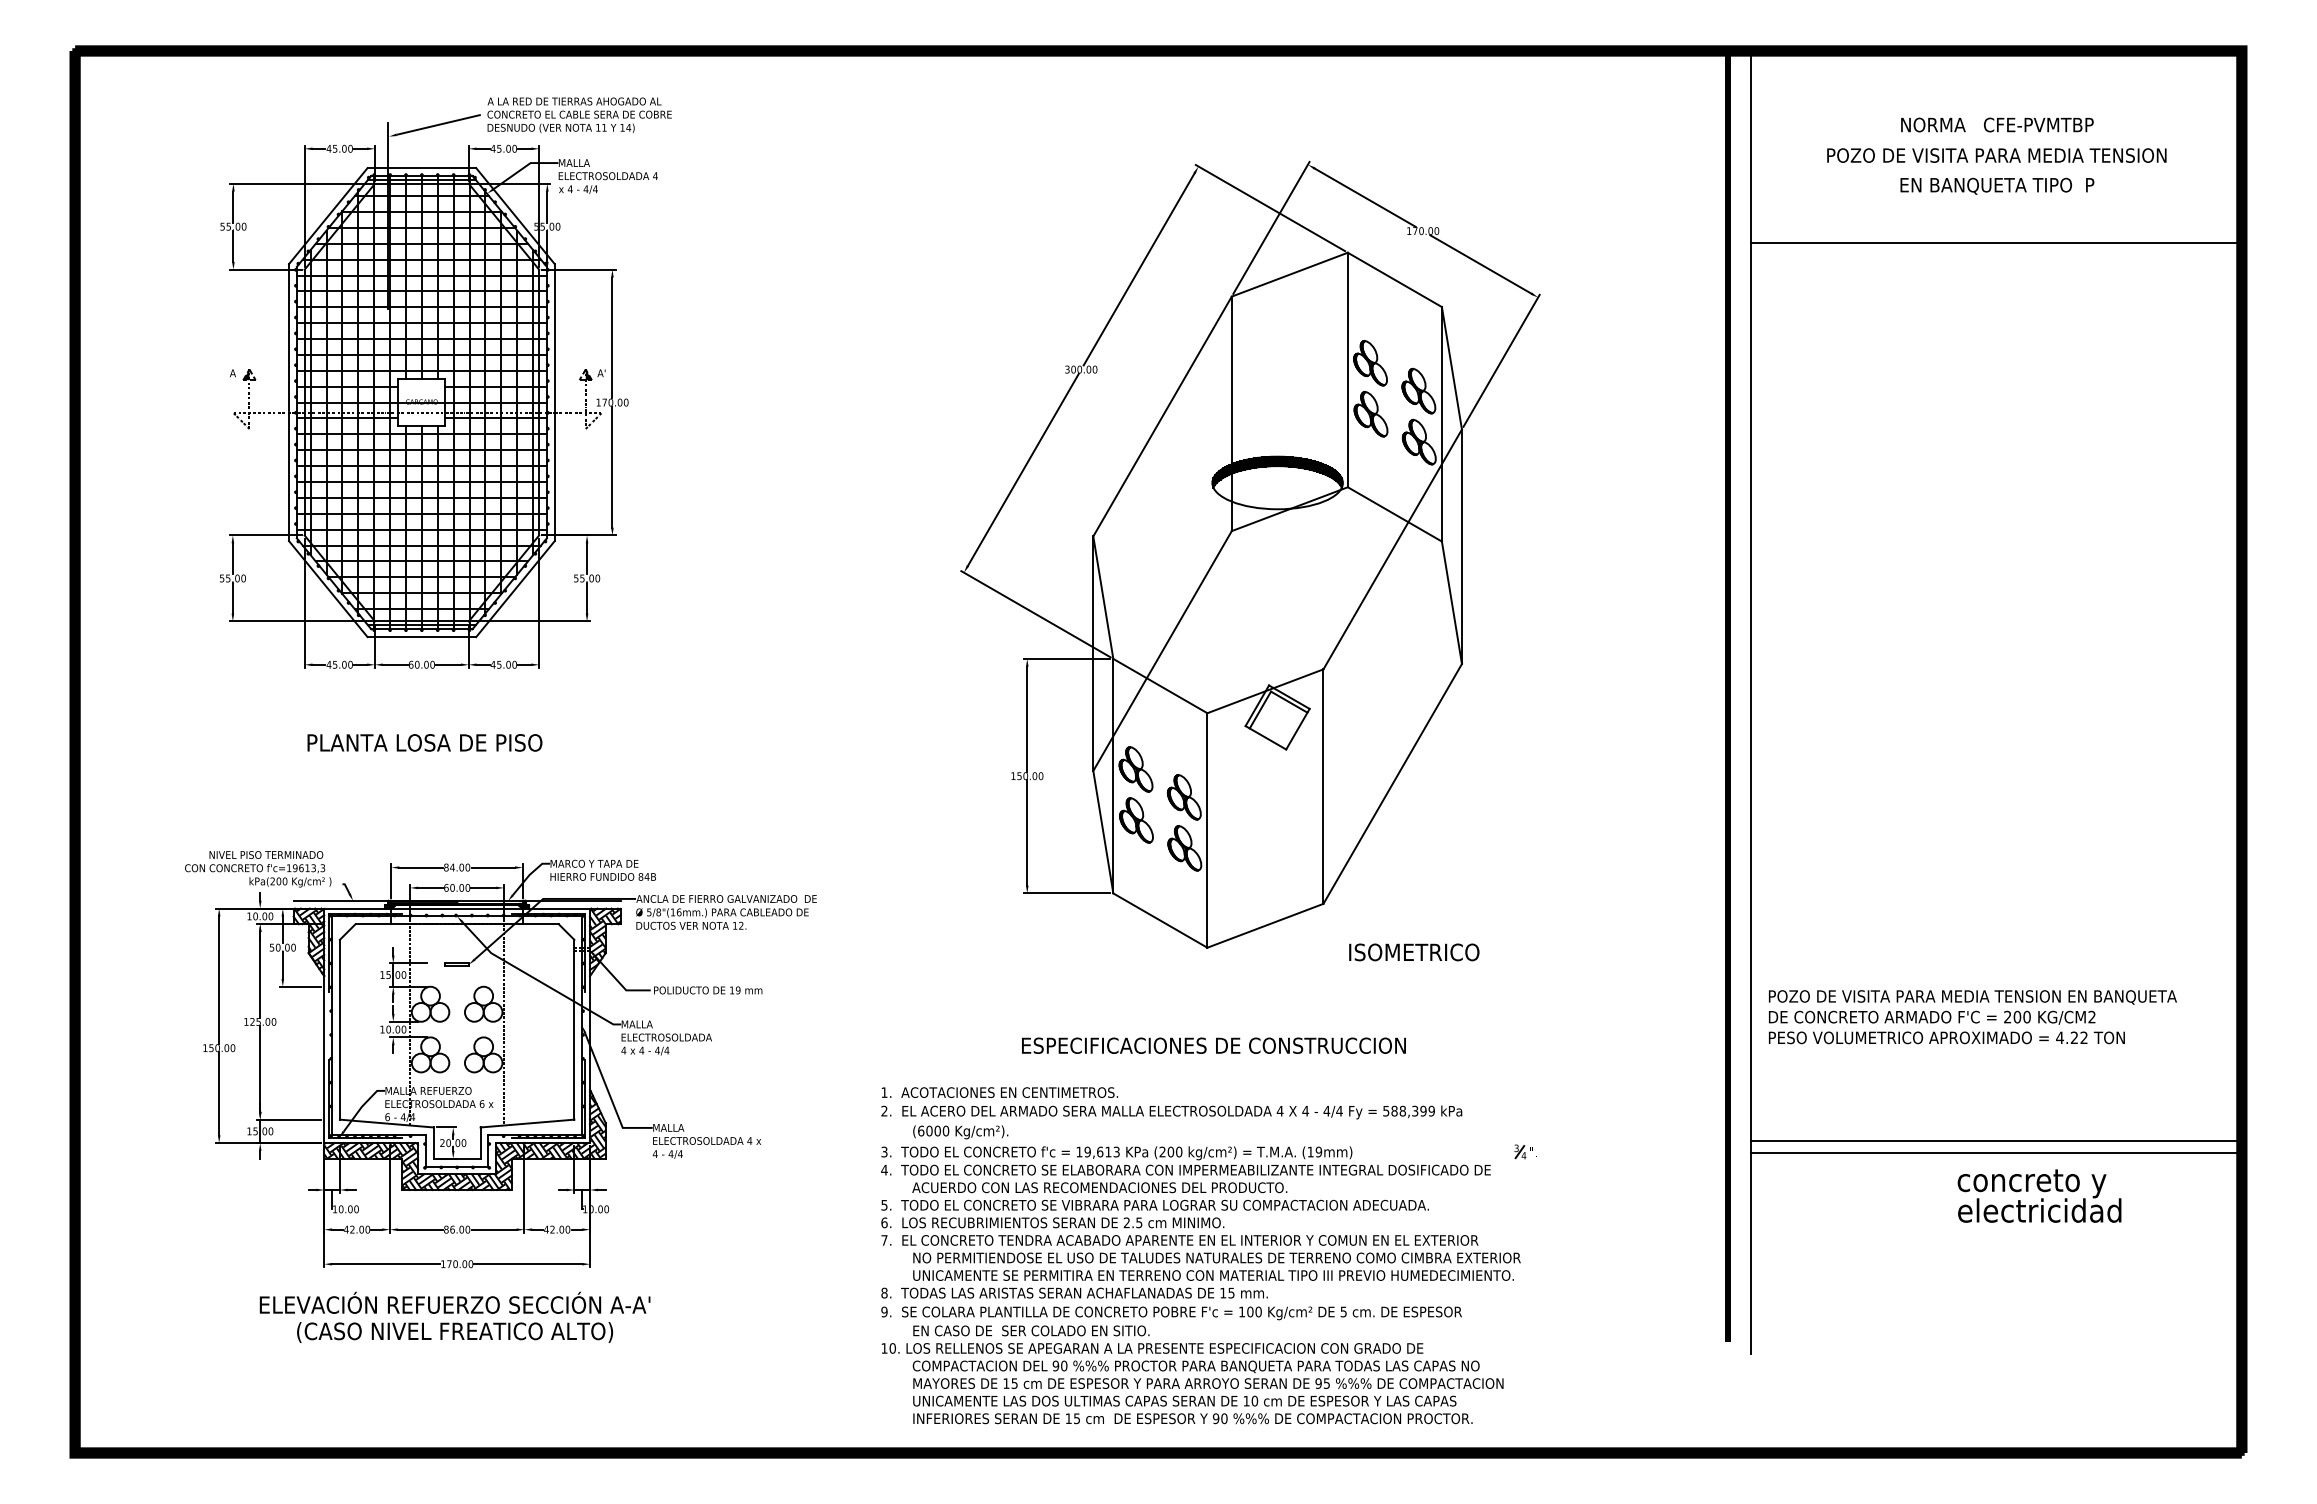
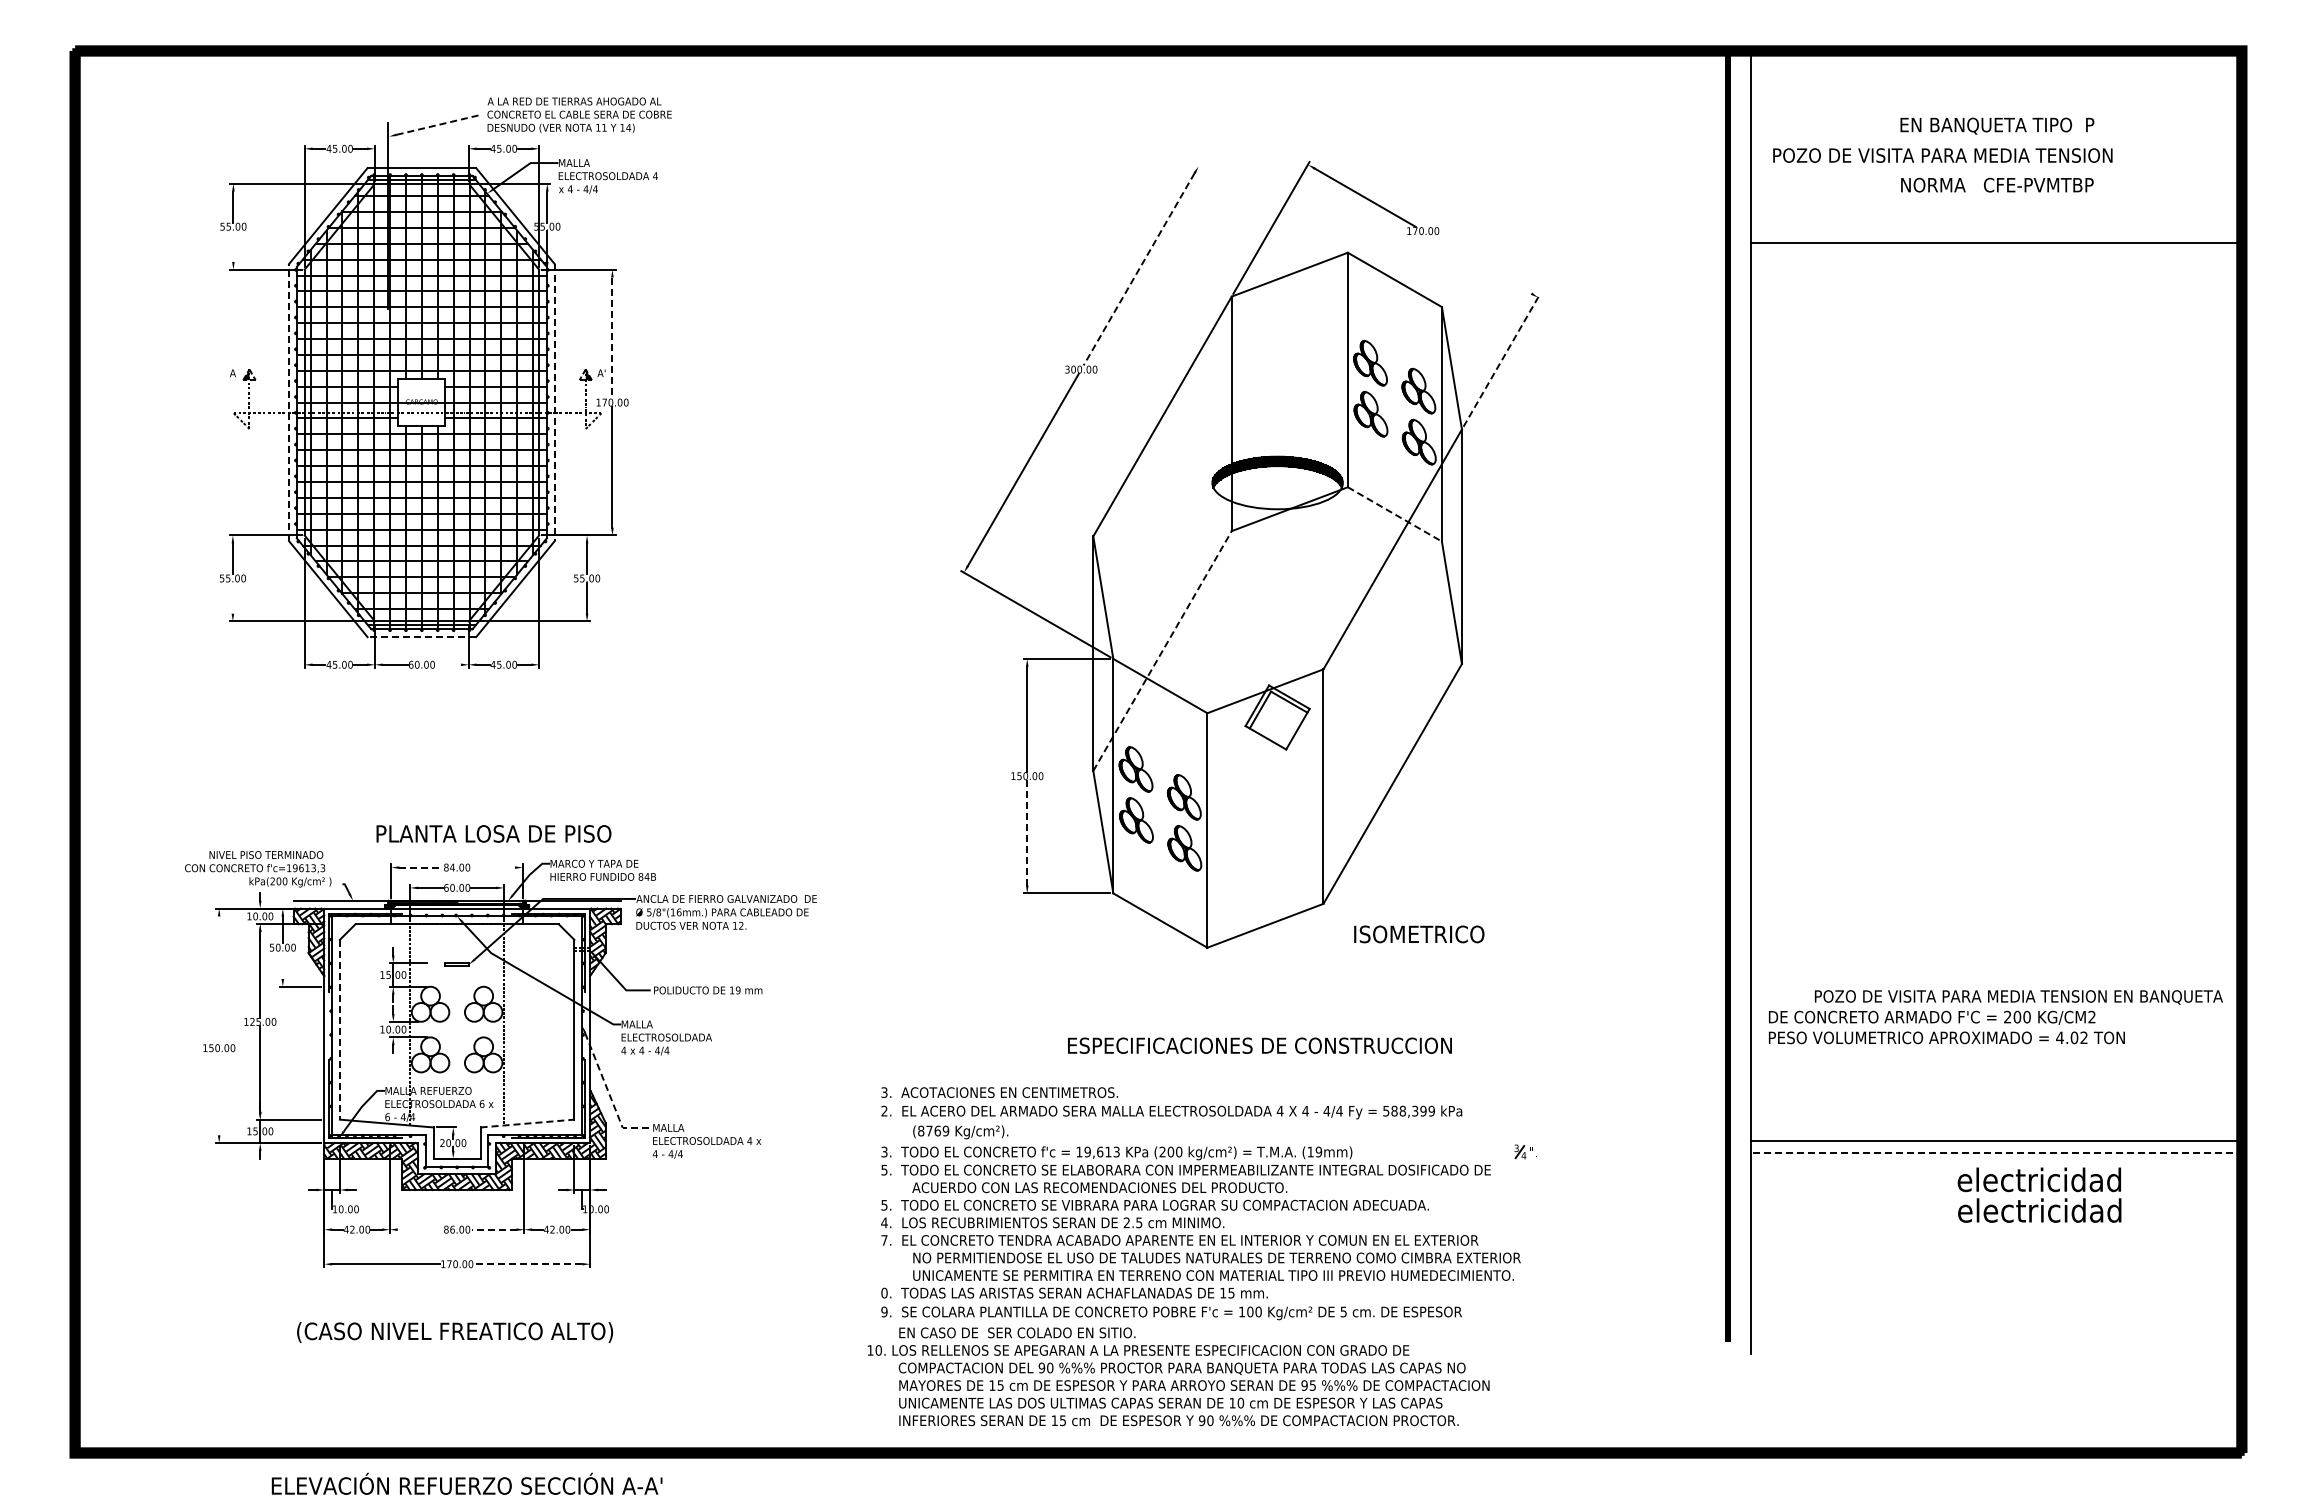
line at (439, 124): solid -> dashed
text at (1997, 125): NORMA   CFE-PVMTBP -> EN BANQUETA TIPO  P
text at (1996, 155) position: (1996, 155) -> (1942, 155)
text at (1997, 185): EN BANQUETA TIPO  P -> NORMA   CFE-PVMTBP
line at (1270, 207): present -> none
line at (233, 245): present -> none
line at (1480, 264): present -> none
line at (1139, 269): solid -> dashed
line at (612, 338): solid -> dashed
line at (1501, 360): solid -> dashed
line at (289, 402): solid -> dashed
line at (554, 403): solid -> dashed
line at (1395, 514): solid -> dashed
line at (232, 597): present -> none
line at (421, 637): solid -> dashed
line at (1162, 650): solid -> dashed
line at (448, 664): present -> none
text at (424, 742) position: (424, 742) -> (493, 833)
line at (1027, 832): solid -> dashed
line at (421, 867): solid -> dashed
line at (492, 867): present -> none
text at (1414, 952) position: (1414, 952) -> (1419, 934)
line at (282, 964): present -> none
line at (219, 979): present -> none
text at (1972, 997) position: (1972, 997) -> (2018, 997)
line at (339, 1029): solid -> dashed
text at (2074, 1037): 4.22 -> 4.02
text at (1213, 1045) position: (1213, 1045) -> (1259, 1045)
text at (884, 1092): 1. -> 3.
line at (219, 1093): present -> none
line at (609, 1094): solid -> dashed
line at (528, 1123): solid -> dashed
text at (933, 1130): (6000 -> (8769
line at (1997, 1152): solid -> dashed
text at (884, 1169): 4. -> 5.
text at (2040, 1182): concreto y -> electricidad
text at (884, 1222): 6. -> 4.
line at (419, 1229): present -> none
line at (494, 1229): solid -> dashed
line at (527, 1264): solid -> dashed
text at (884, 1293): 8. -> 0.
text at (454, 1302) position: (454, 1302) -> (466, 1483)
text at (1192, 1374) position: (1192, 1374) -> (1178, 1376)
